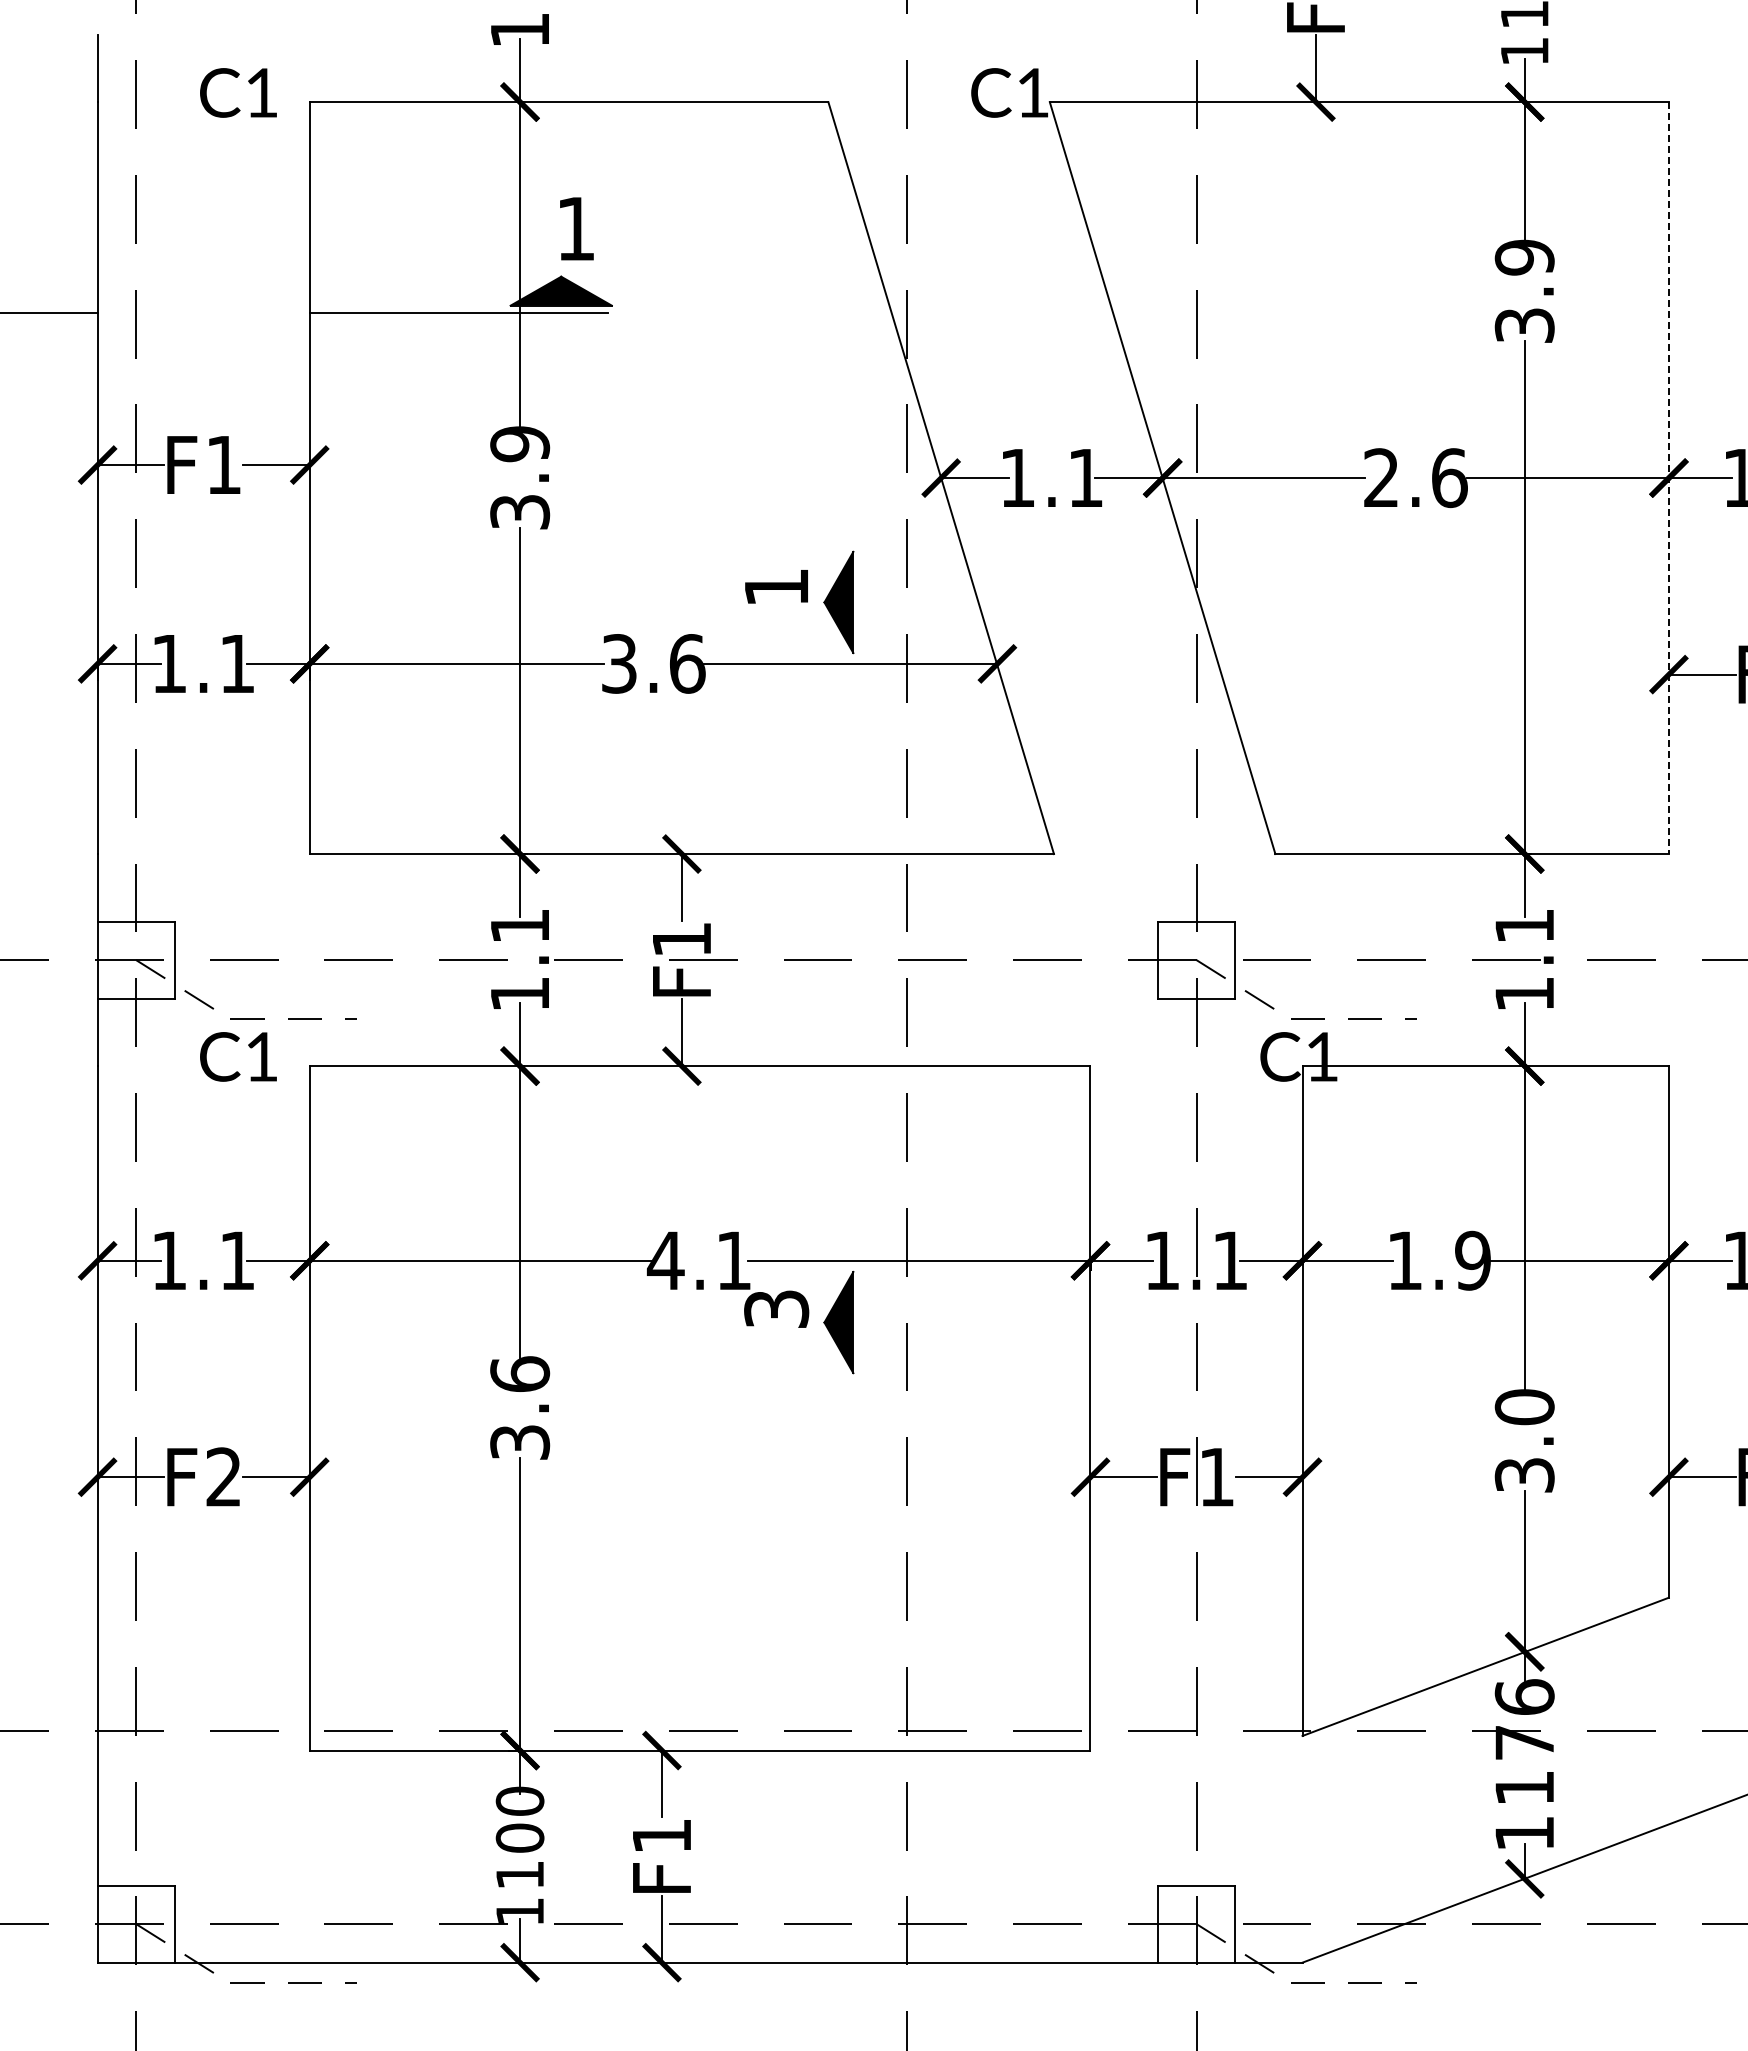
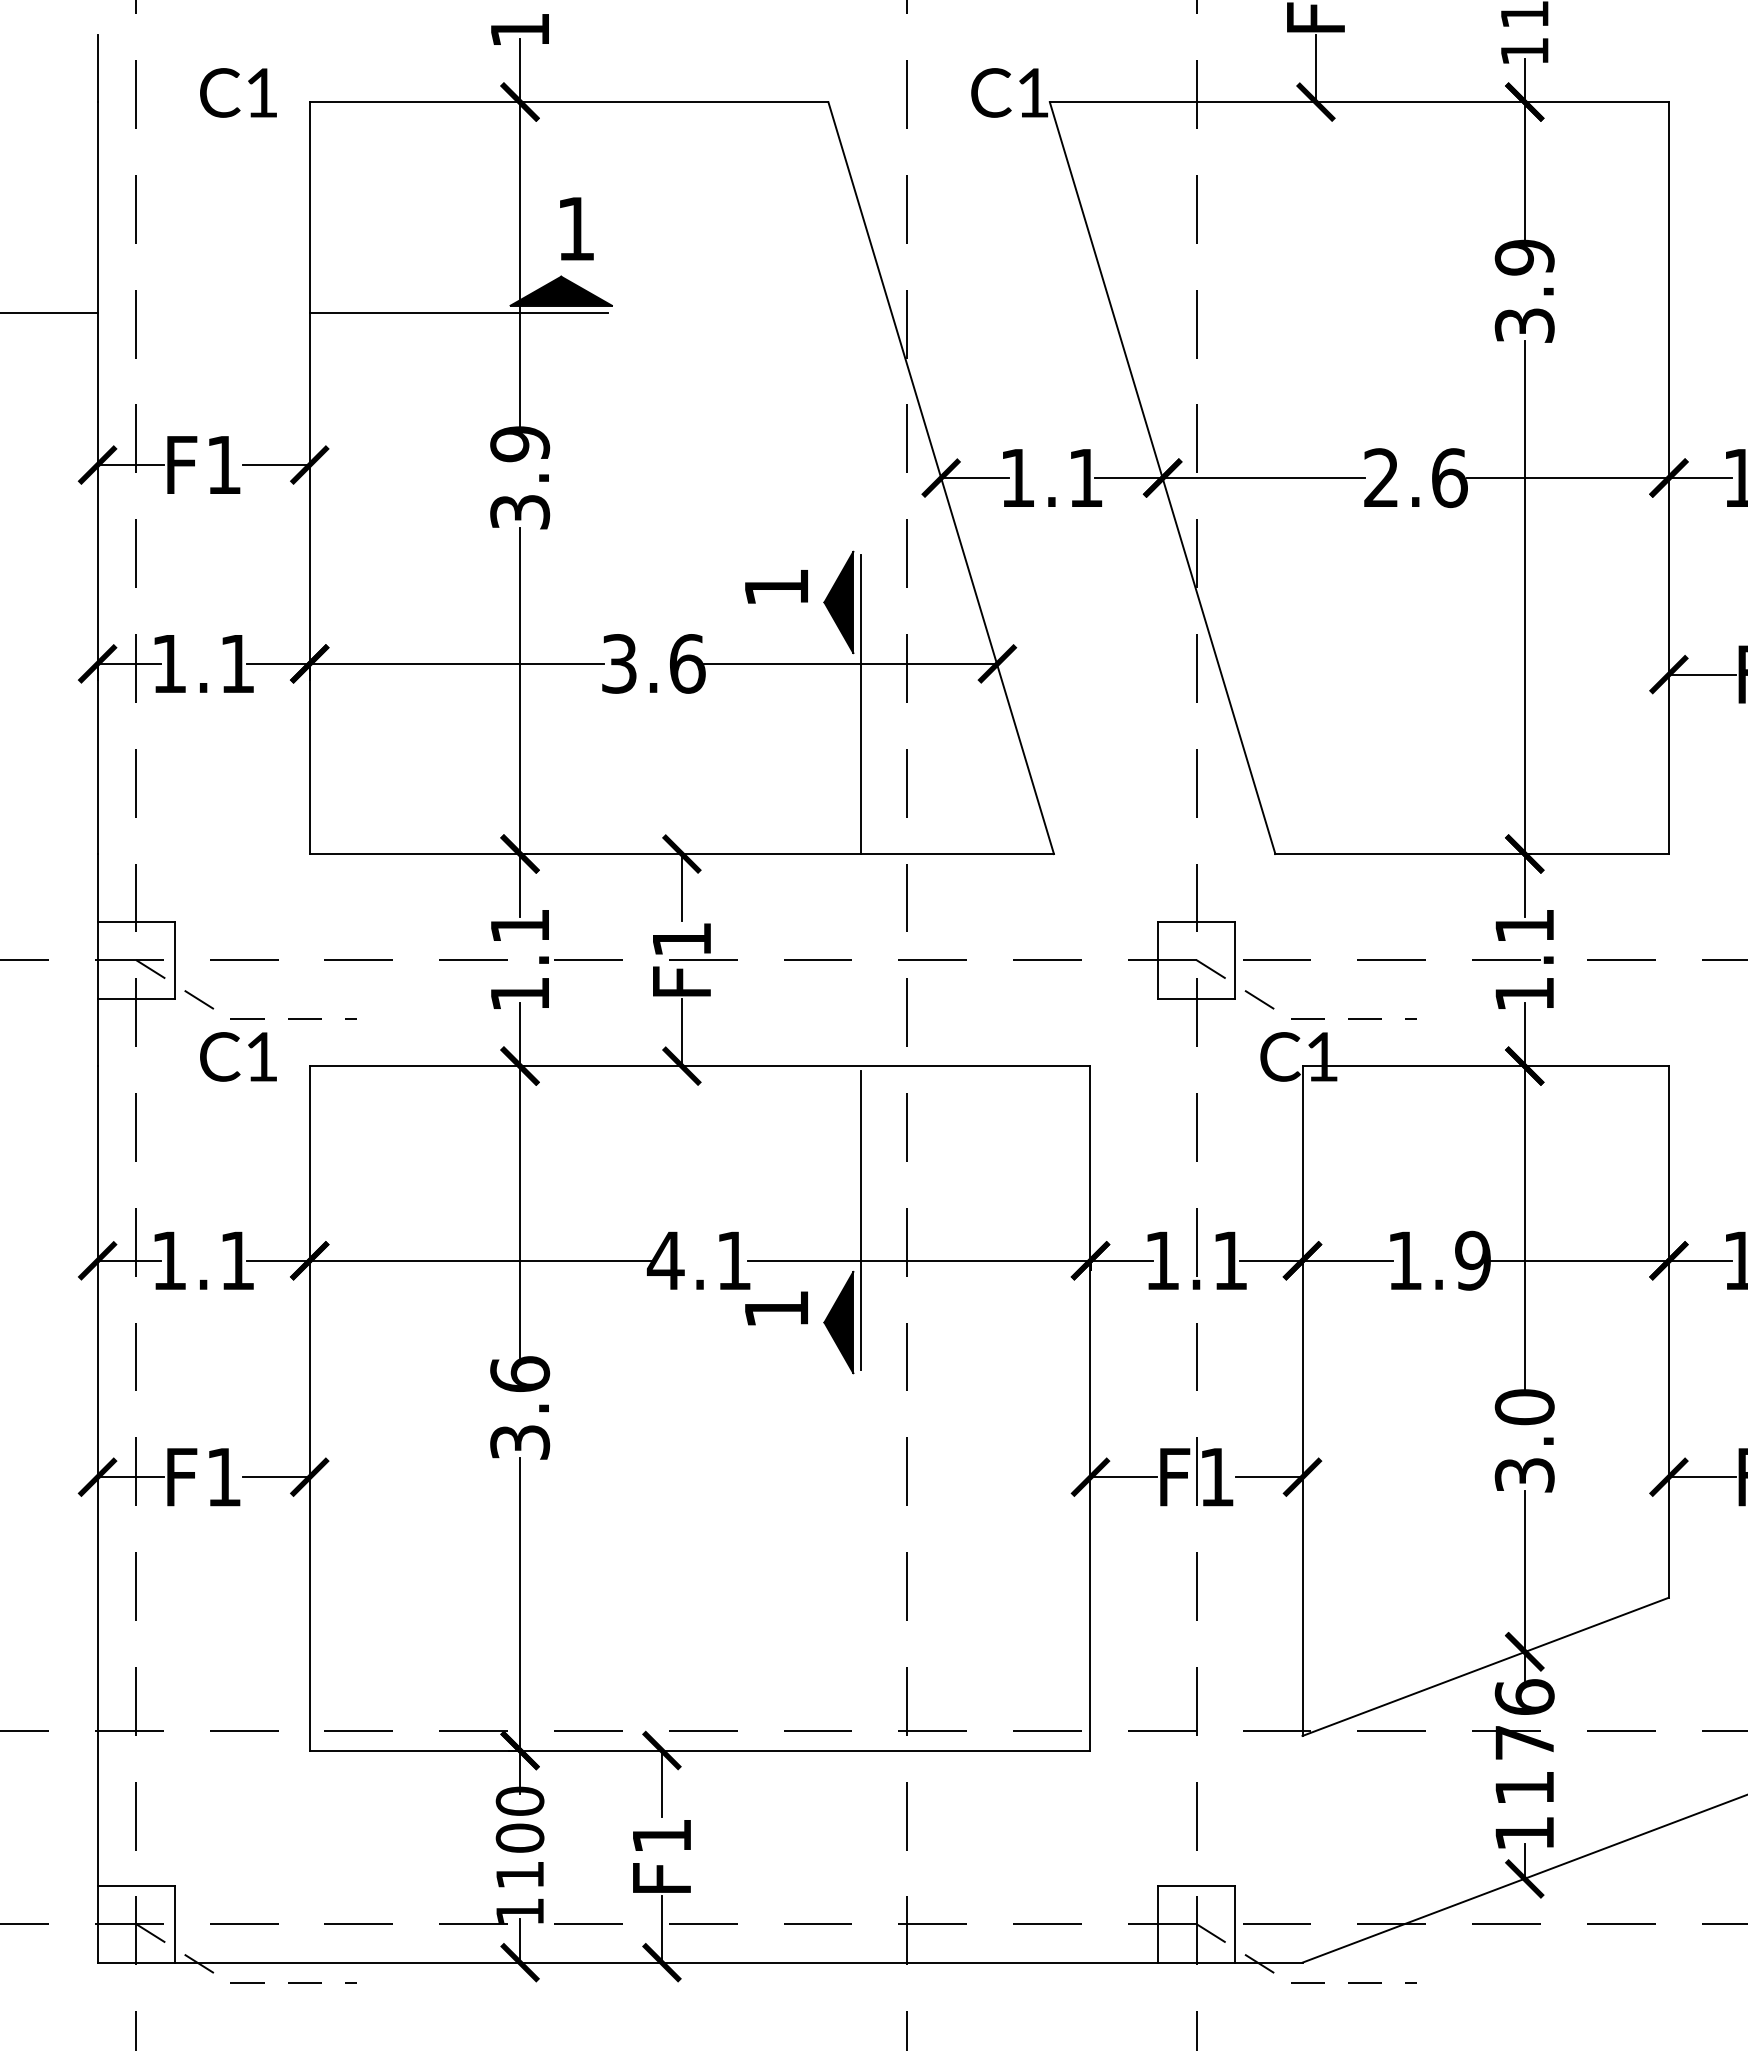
line at (1668, 478): dashed -> solid
line at (860, 704): none -> present
line at (860, 1219): none -> present
text at (776, 1308): 3 -> 1
text at (223, 1476): F2 -> F1
